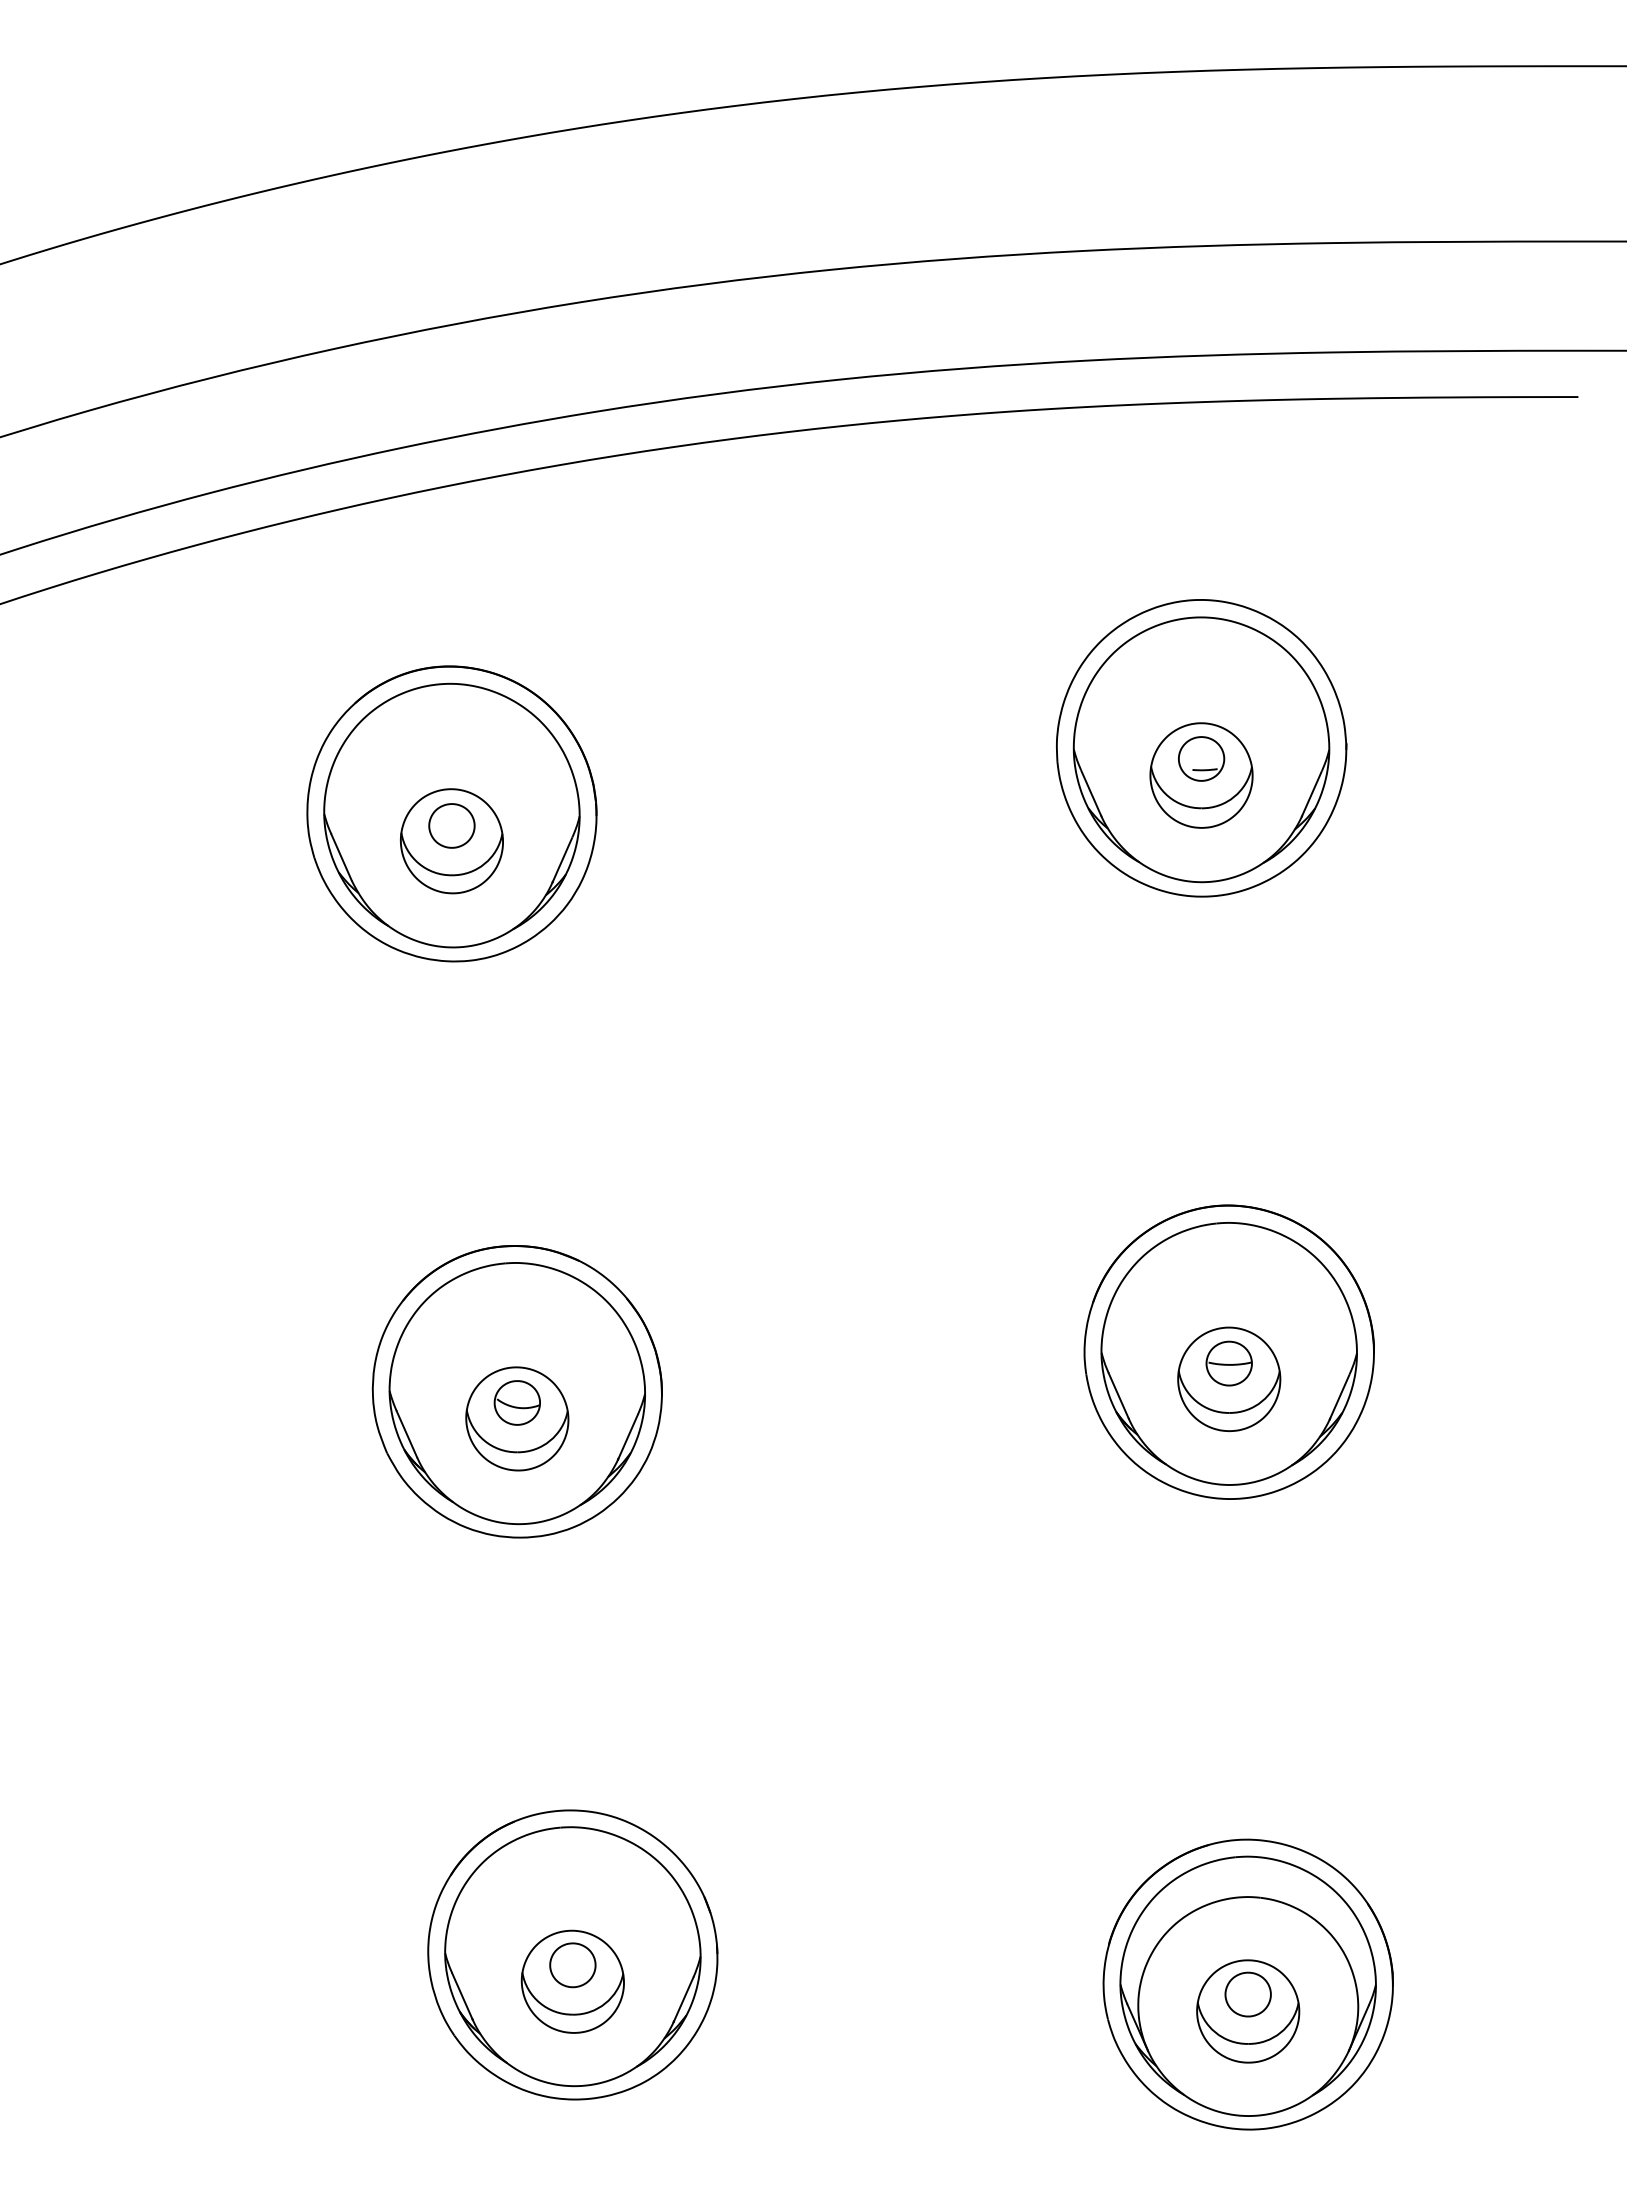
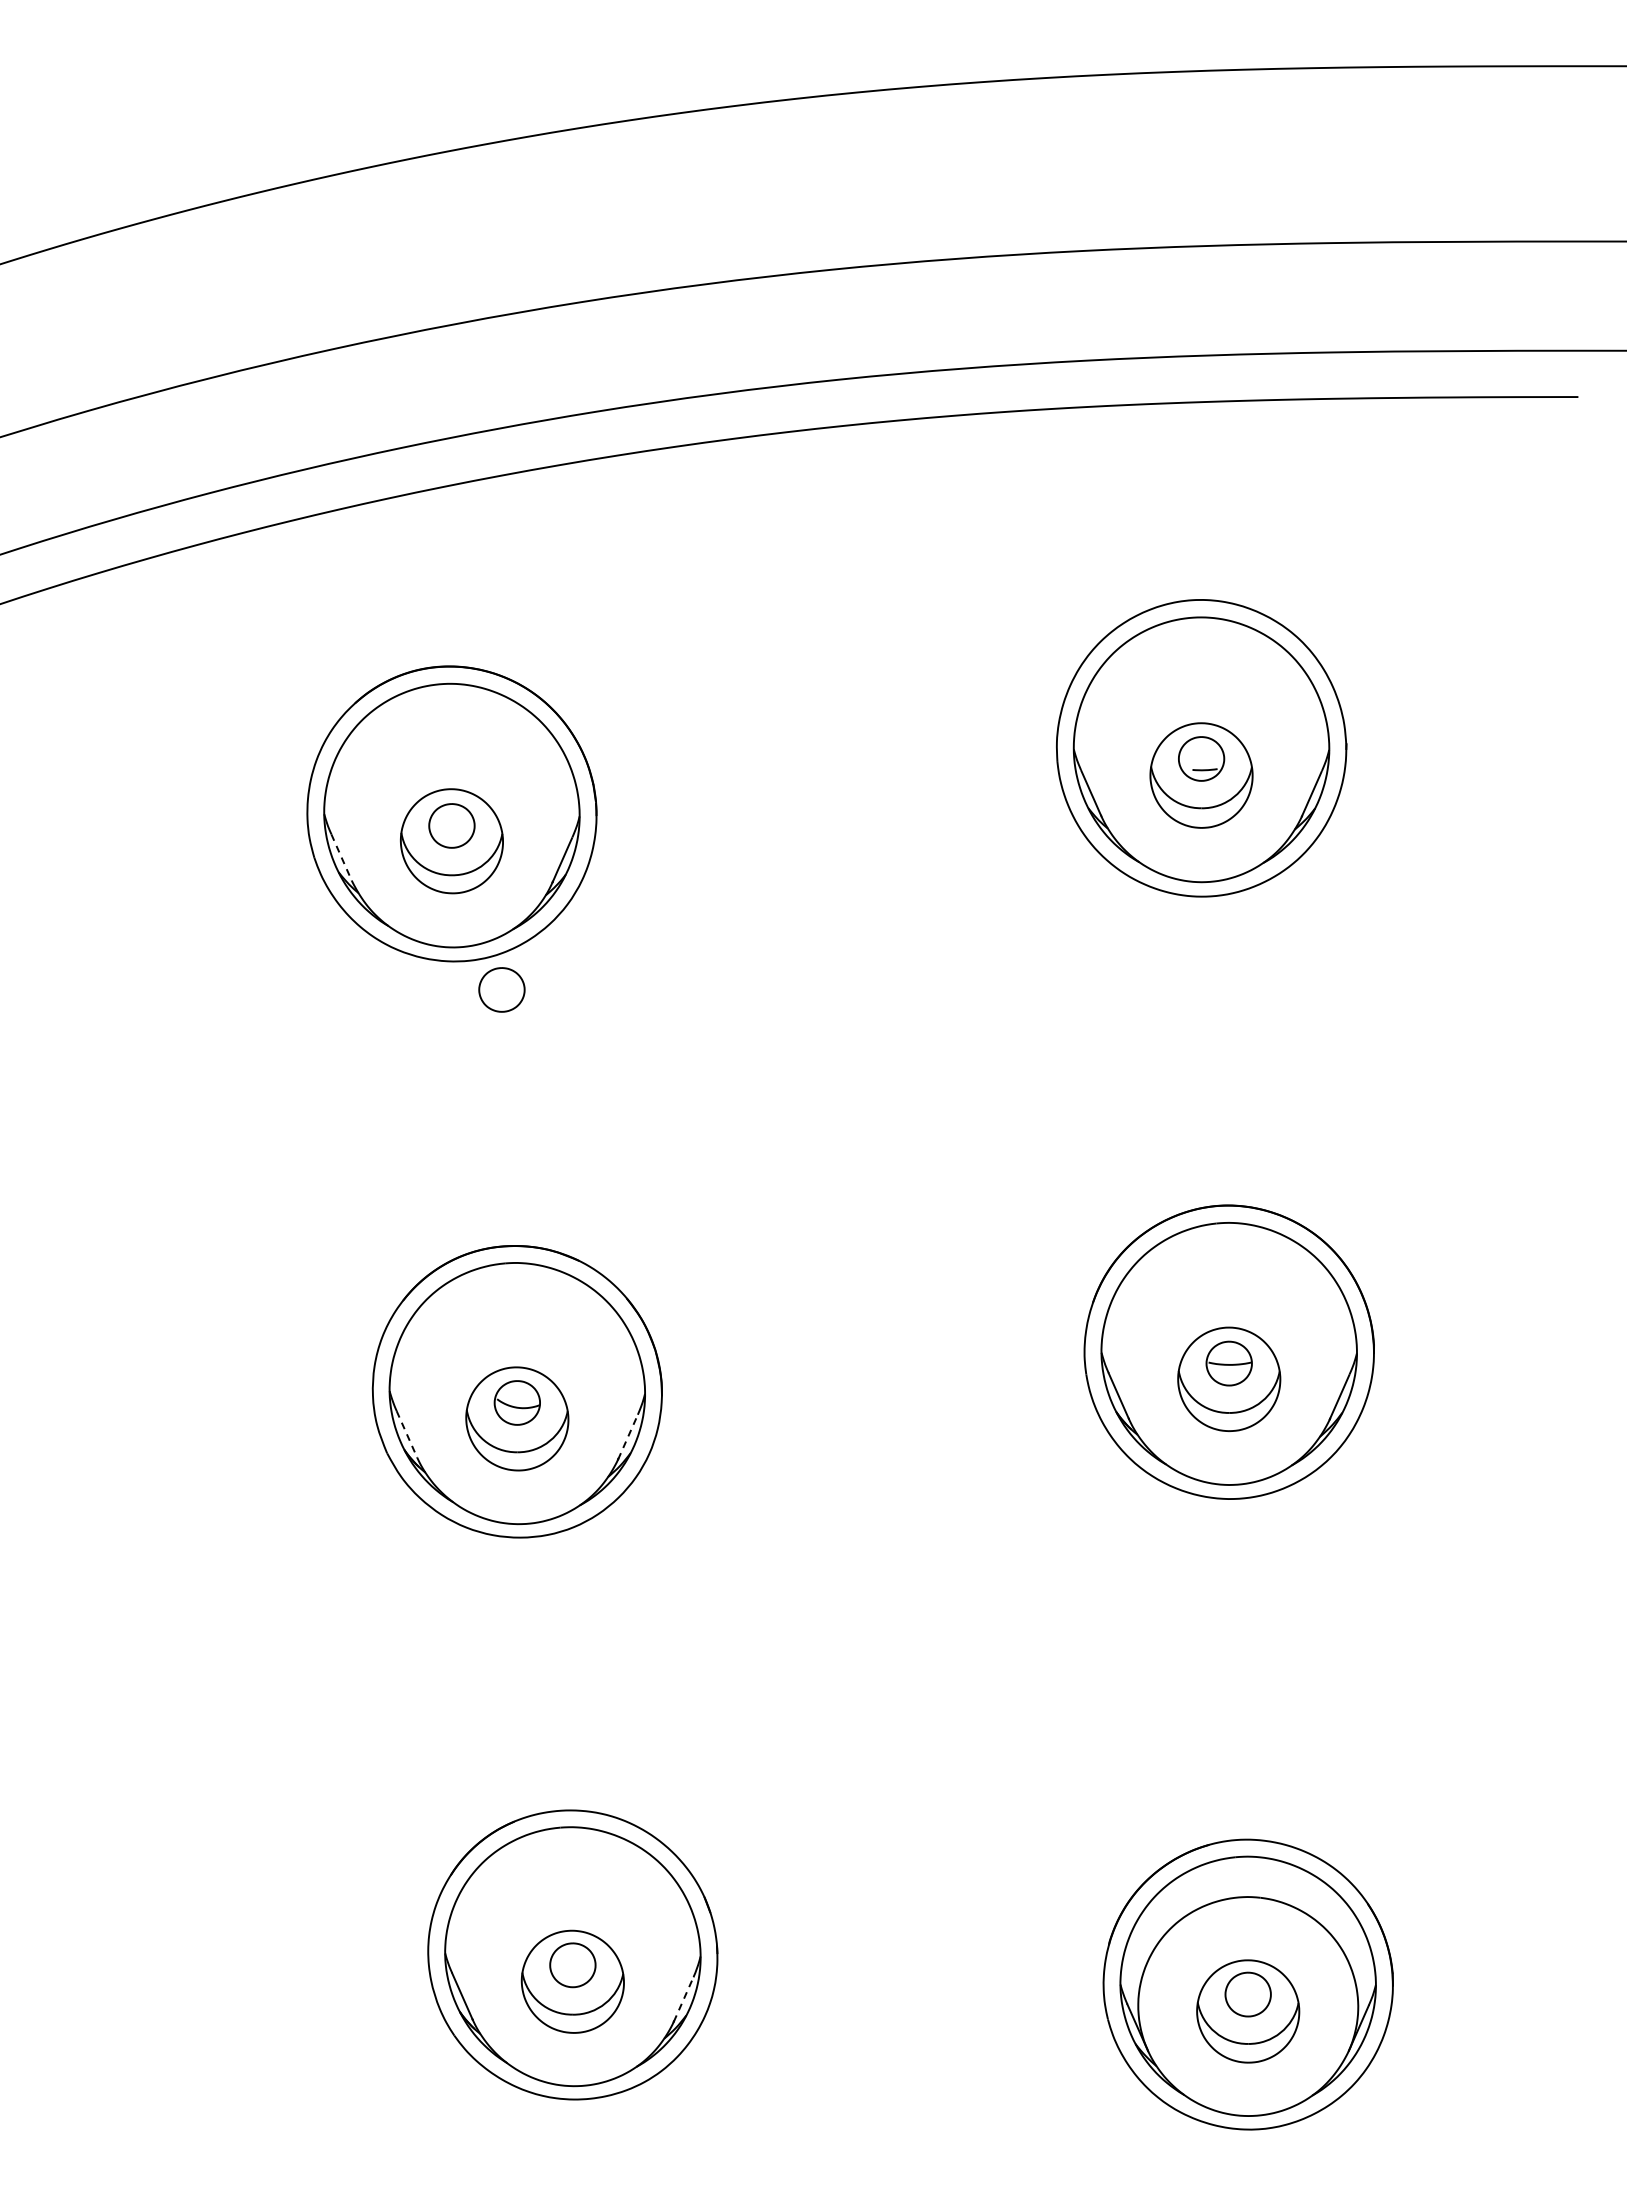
line at (341, 857): solid -> dashed
part at (501, 989): none -> present
line at (407, 1434): solid -> dashed
line at (628, 1436): solid -> dashed
line at (683, 1999): solid -> dashed
